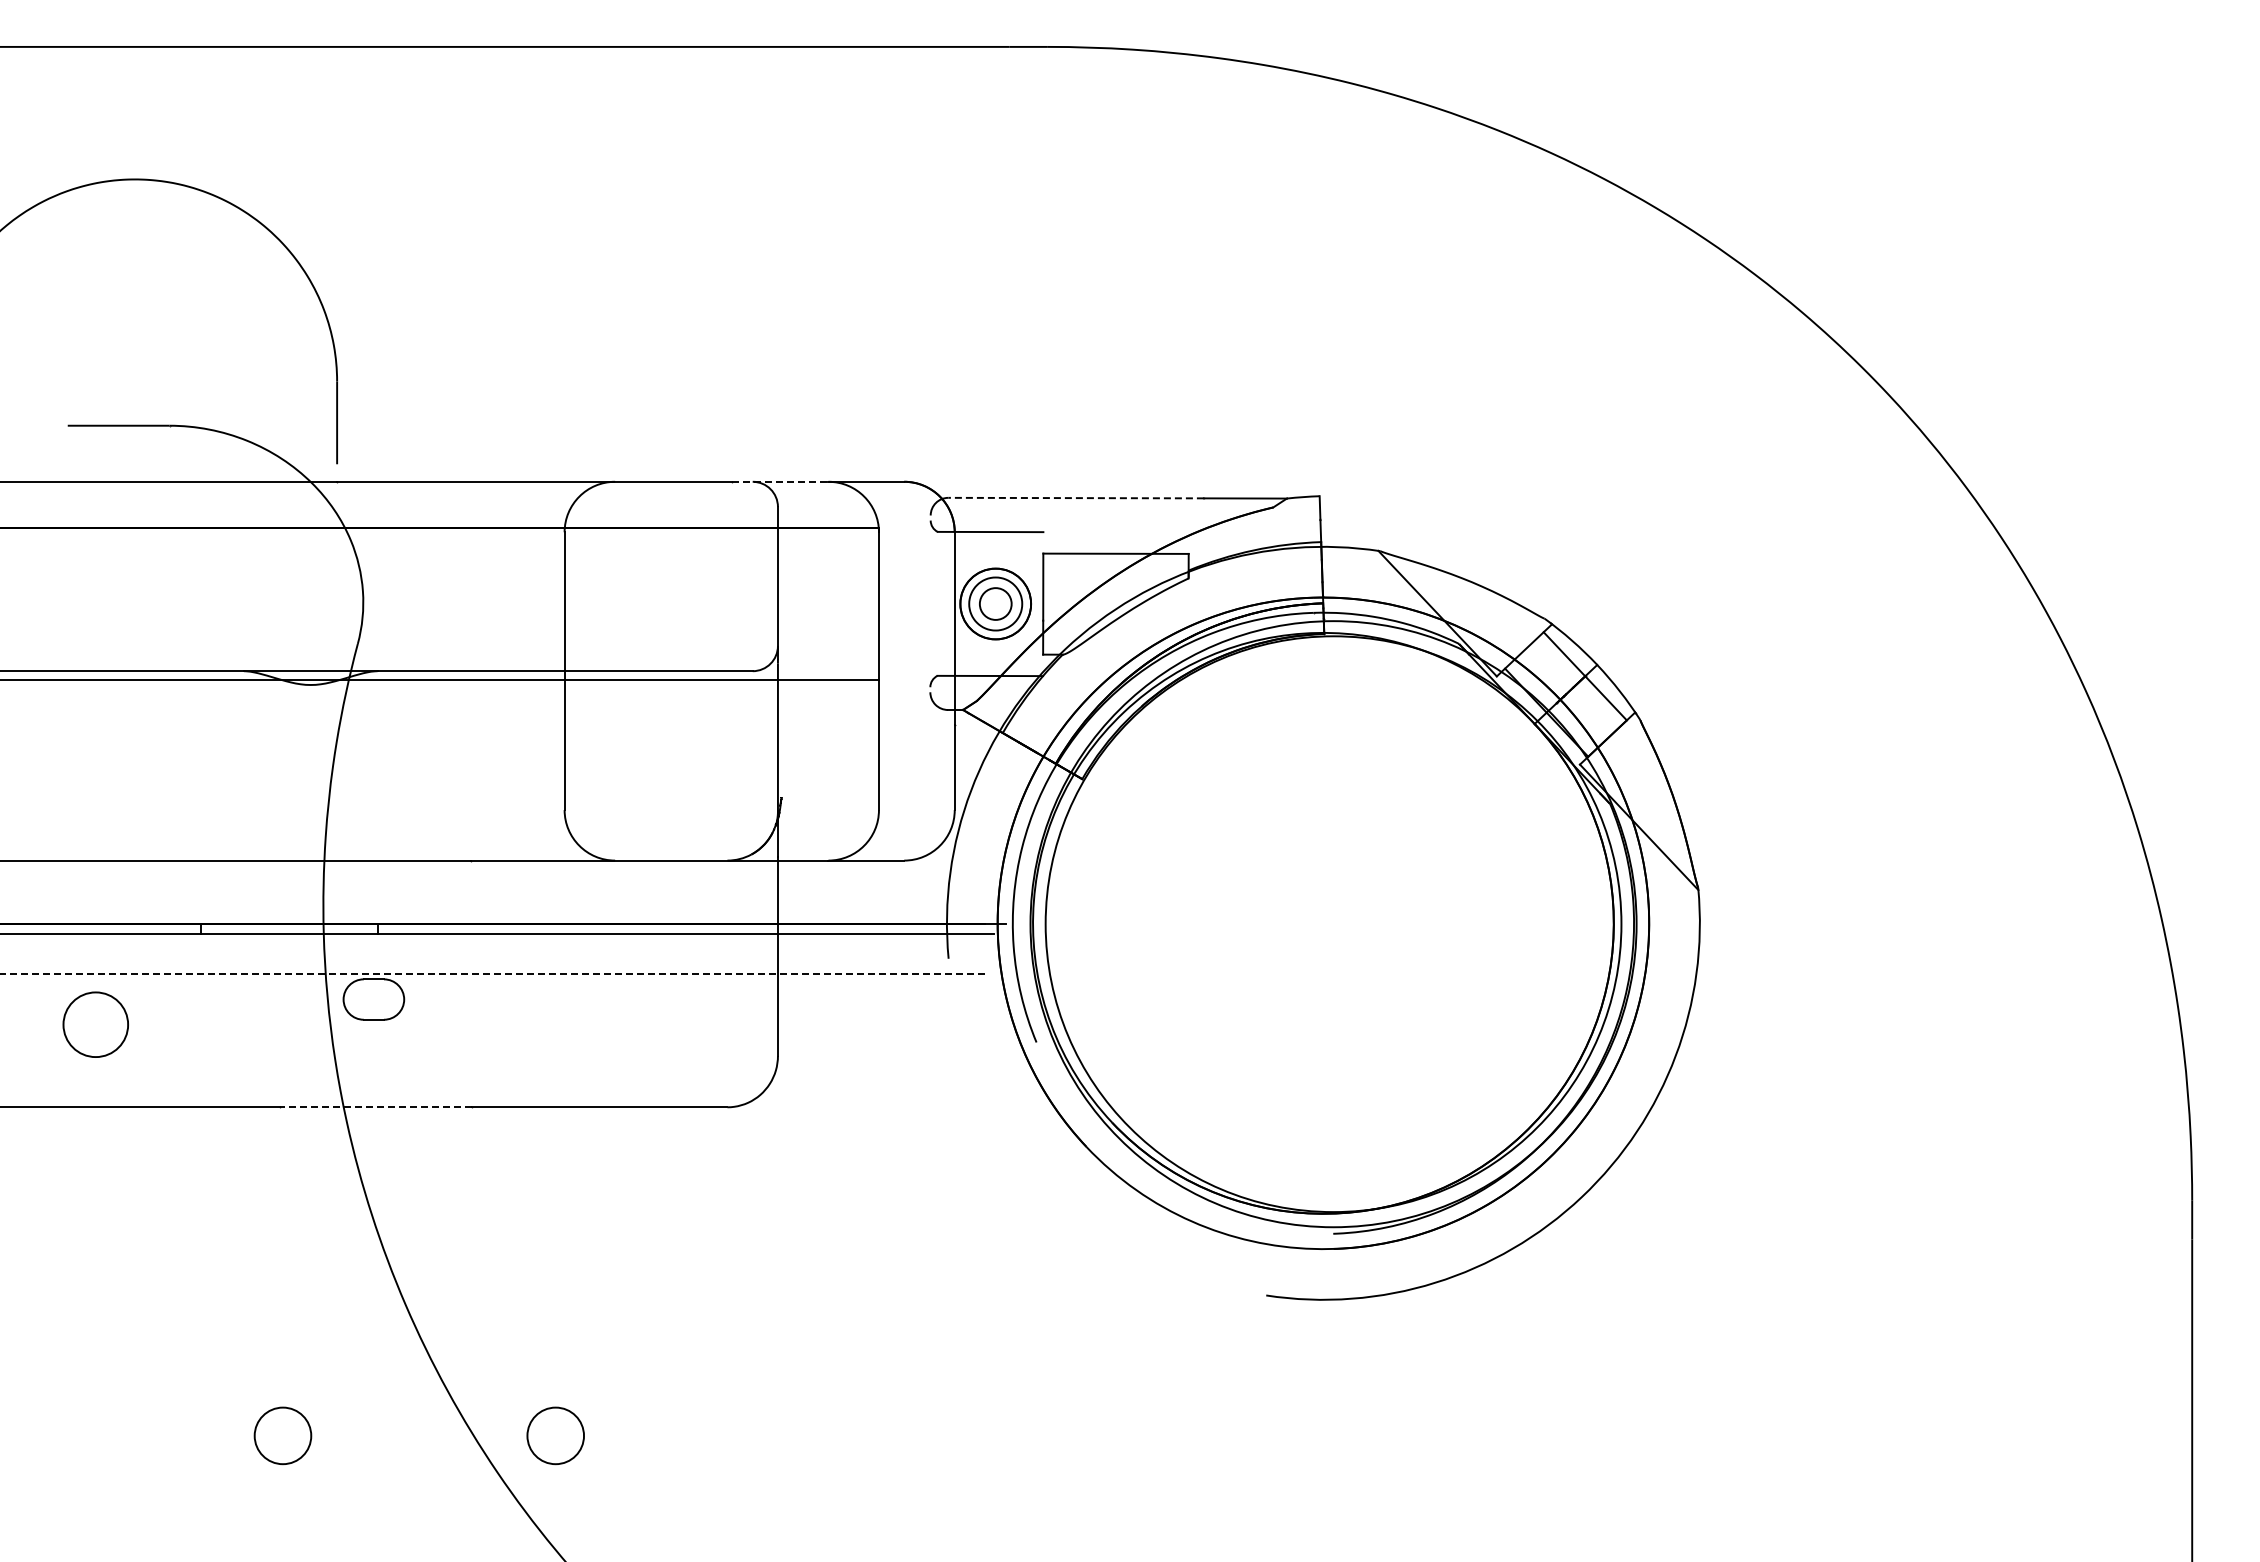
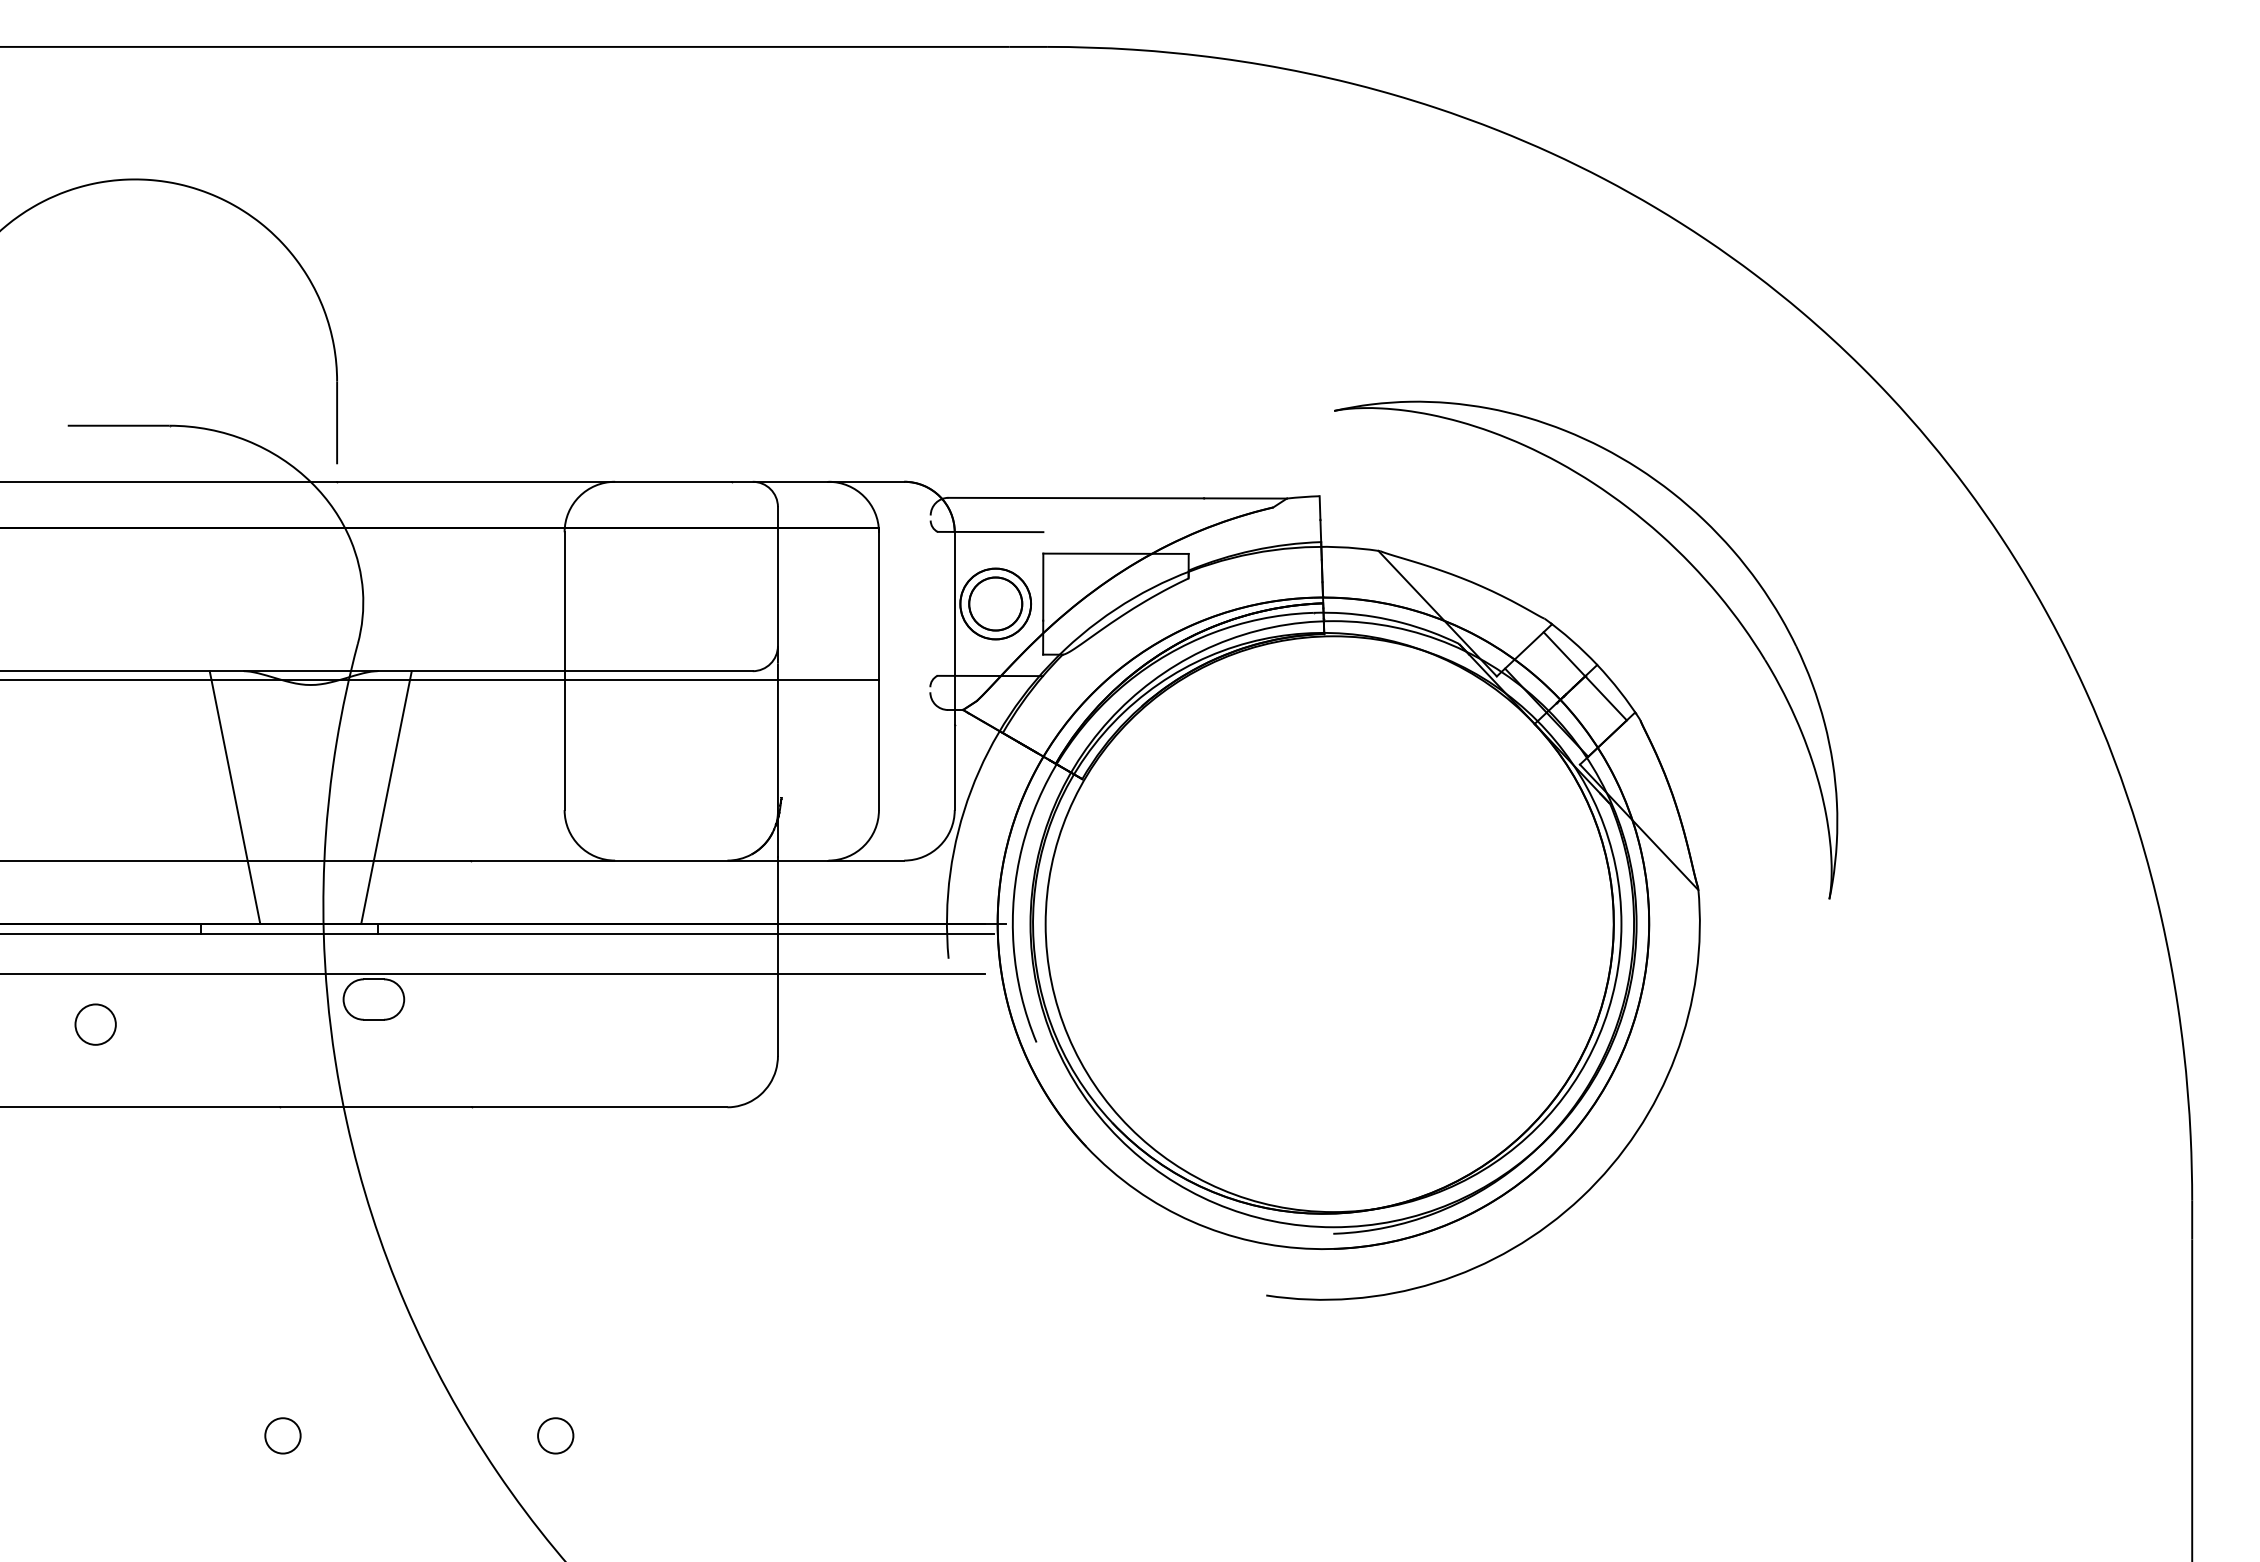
line at (780, 481): dashed -> solid
line at (1076, 498): dashed -> solid
part at (1672, 547): none -> present
circle at (995, 603) diameter: 32 px -> 53 px
line at (234, 797): none -> present
line at (386, 797): none -> present
line at (491, 974): dashed -> solid
circle at (95, 1024) size: 67x67 px -> 43x43 px
line at (375, 1107): dashed -> solid
circle at (282, 1435) diameter: 57 px -> 35 px
circle at (555, 1435) diameter: 57 px -> 35 px
